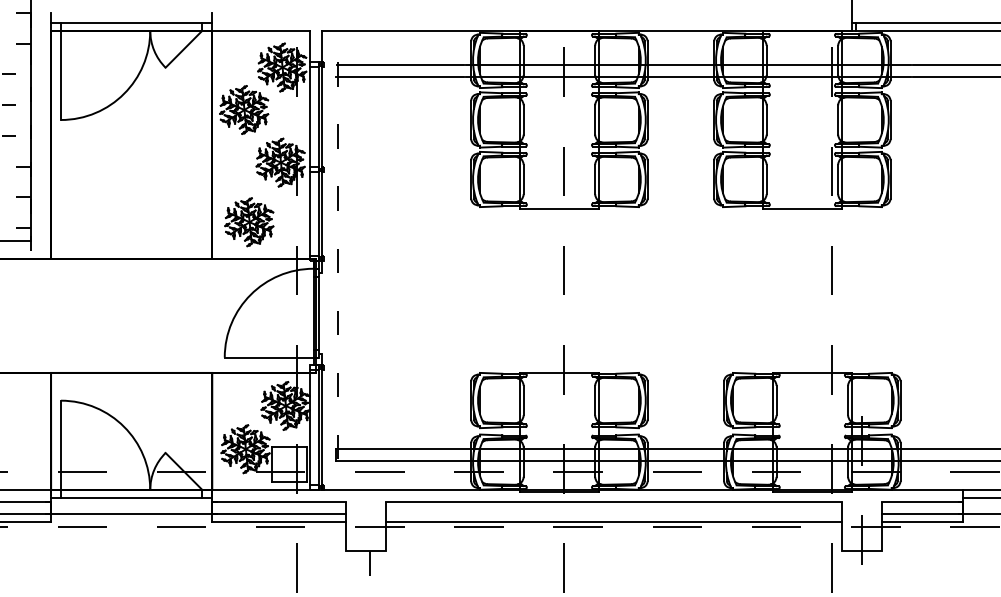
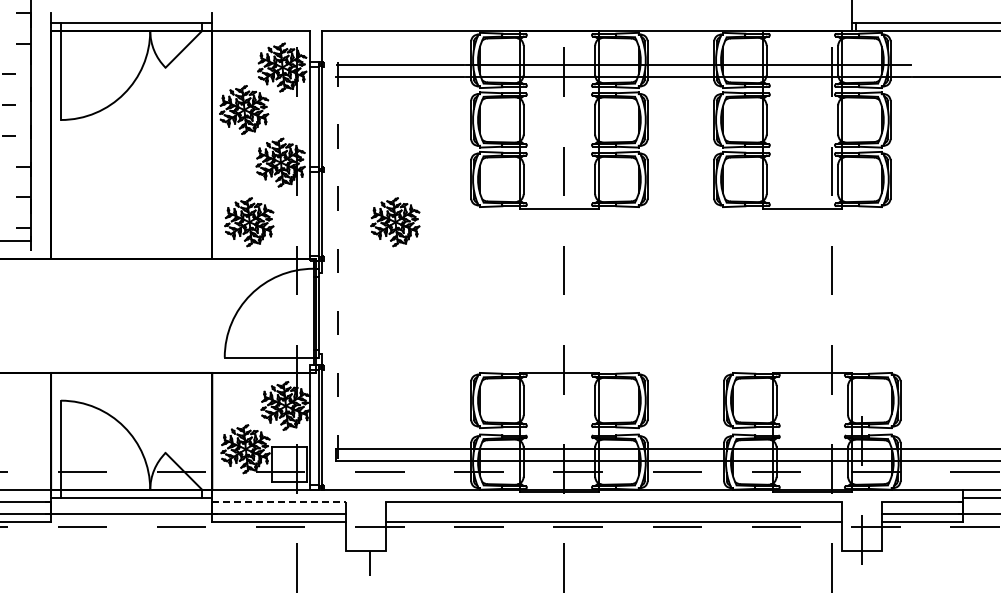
line at (954, 65): present -> none
part at (395, 222): none -> present
line at (279, 501): solid -> dashed
